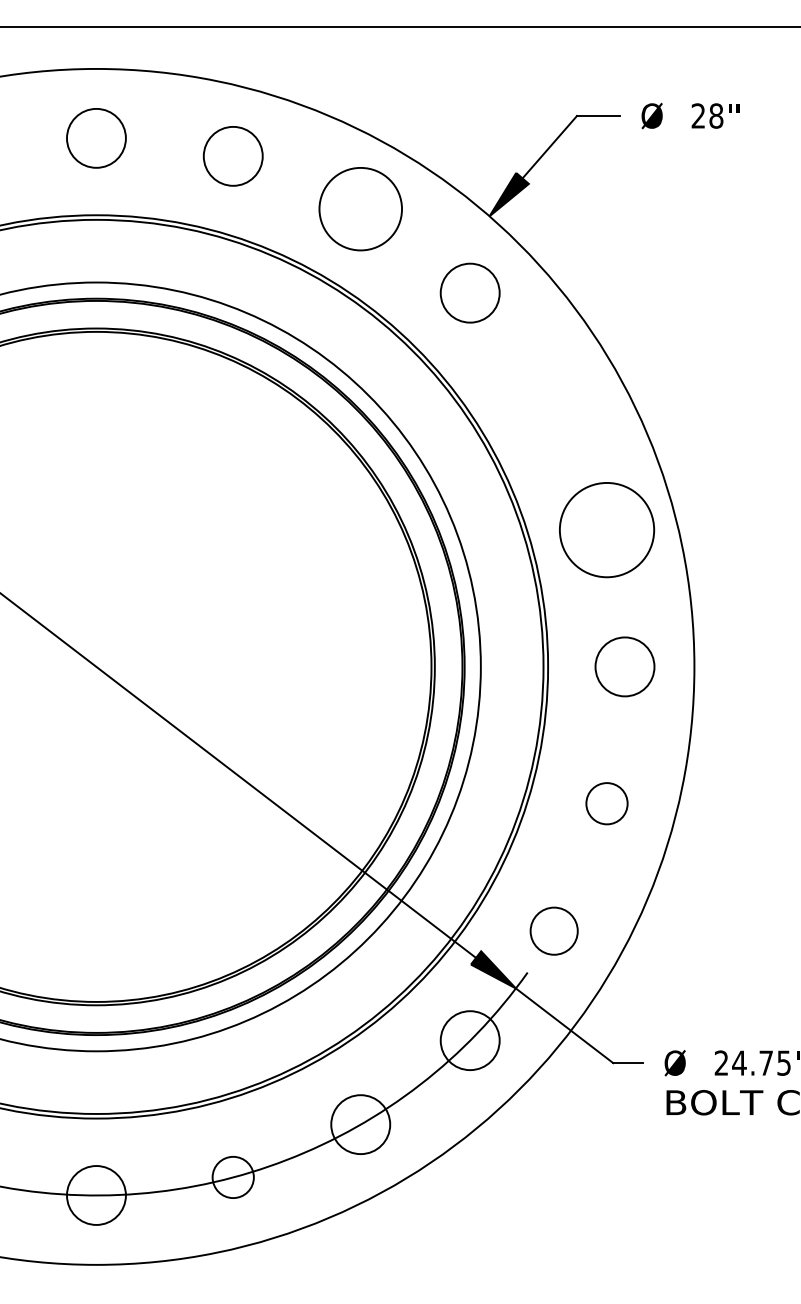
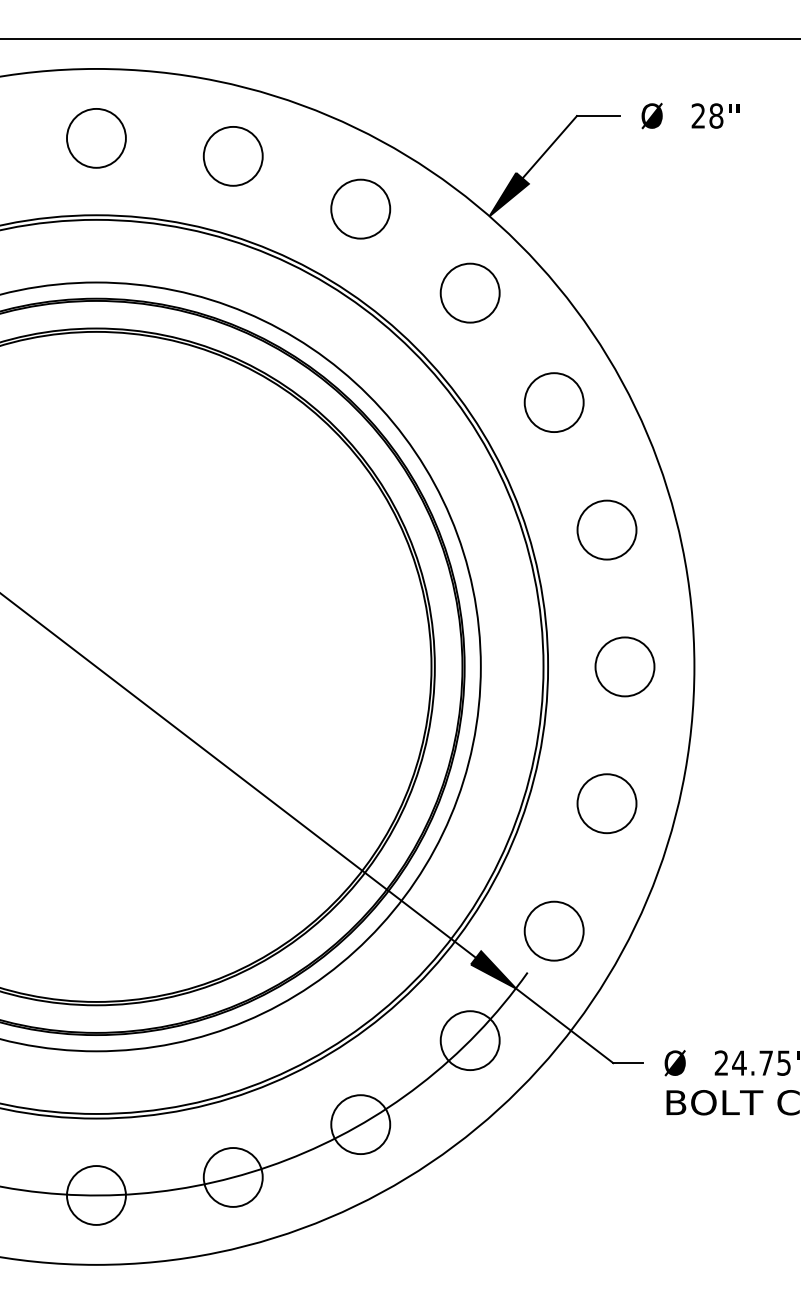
line at (399, 27) position: (399, 27) -> (399, 39)
circle at (360, 208) diameter: 83 px -> 59 px
circle at (553, 402): none -> present
circle at (606, 529) diameter: 94 px -> 59 px
circle at (606, 803) diameter: 41 px -> 59 px
circle at (553, 930) diameter: 47 px -> 59 px
circle at (232, 1177) diameter: 41 px -> 59 px
